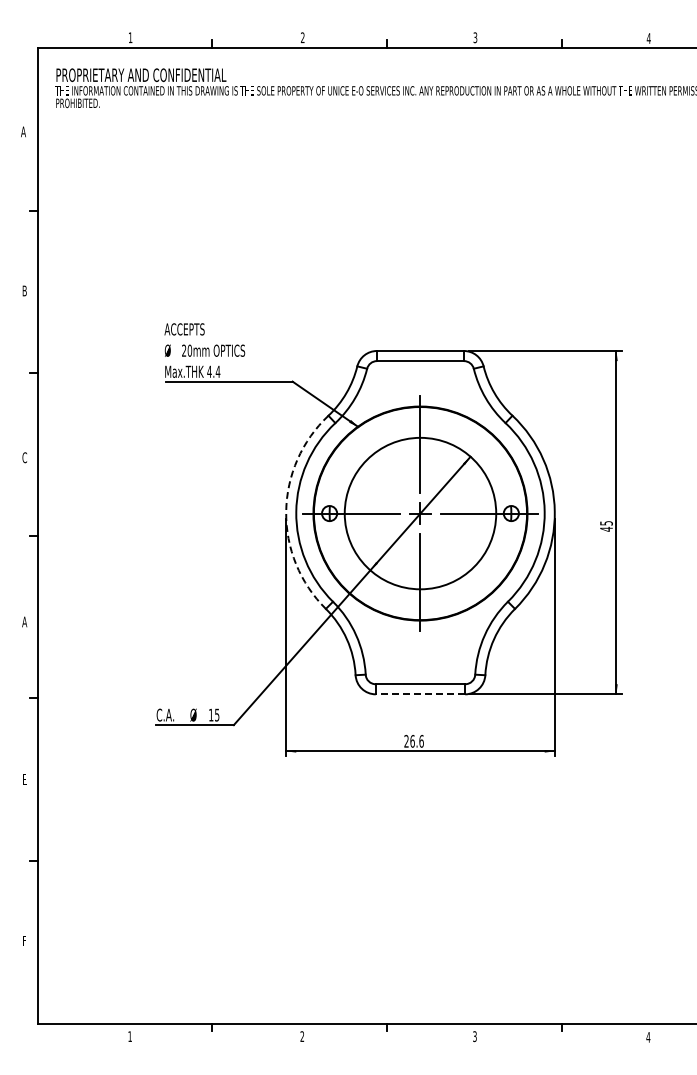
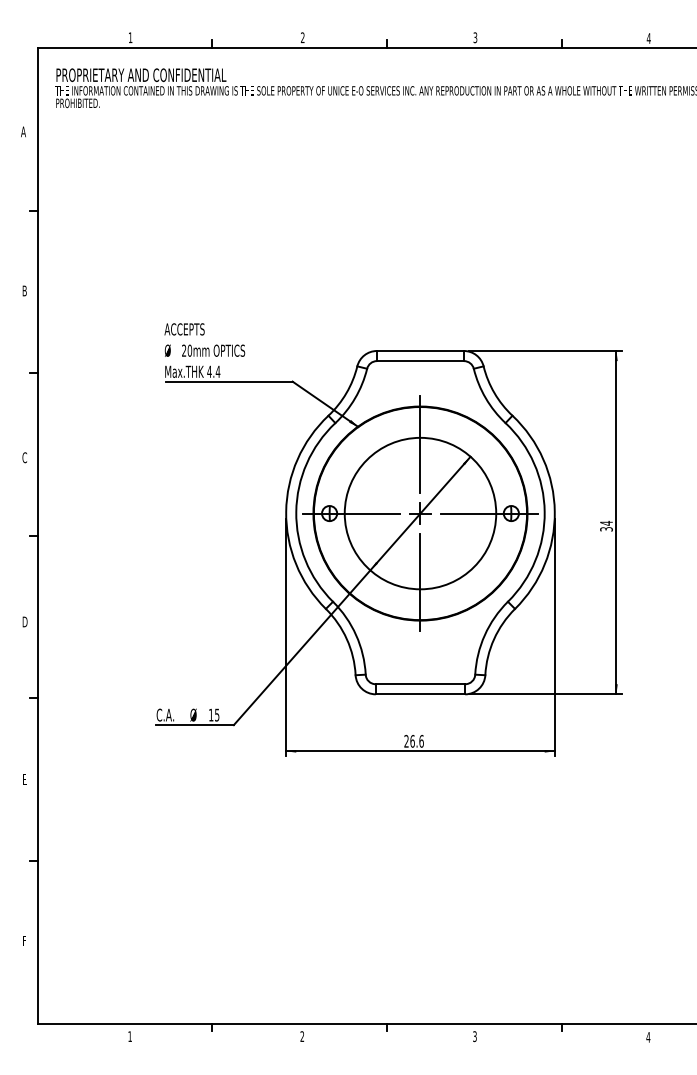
arc at (286, 511): dashed -> solid
text at (606, 525): 45 -> 34
text at (24, 621): A -> D
line at (420, 694): dashed -> solid
